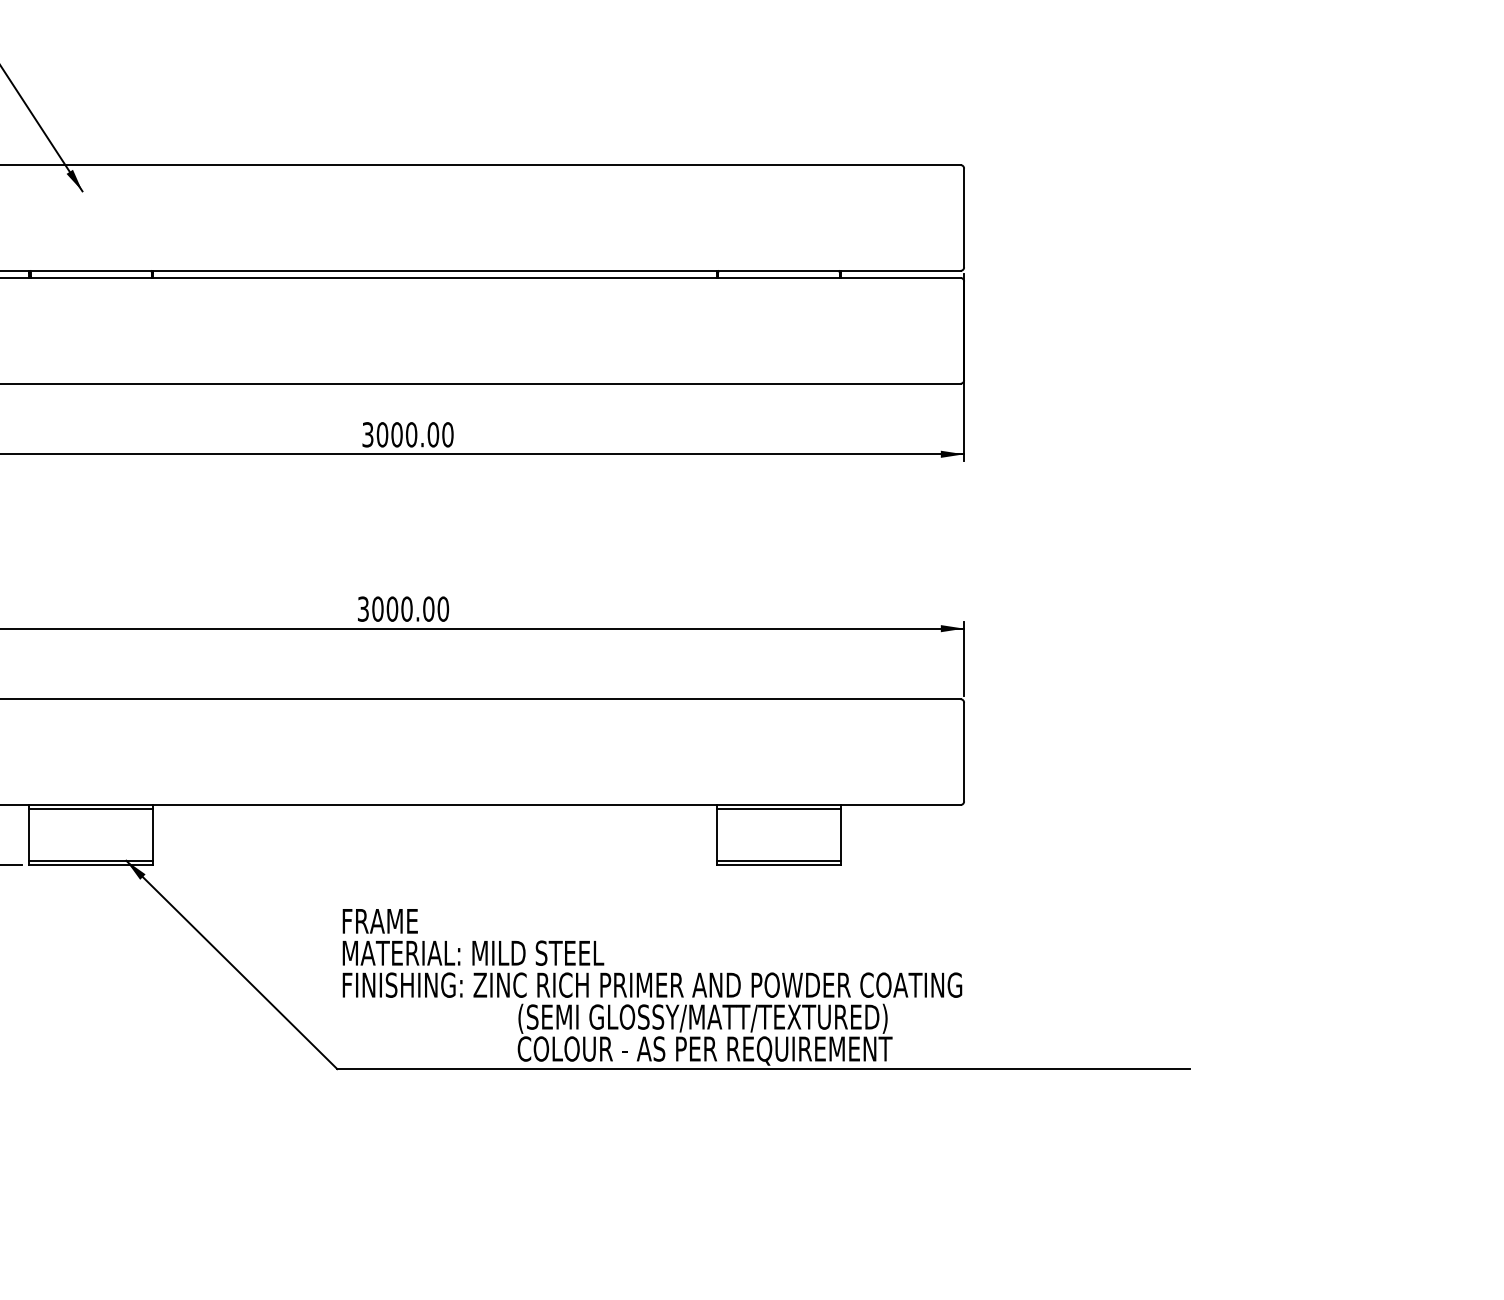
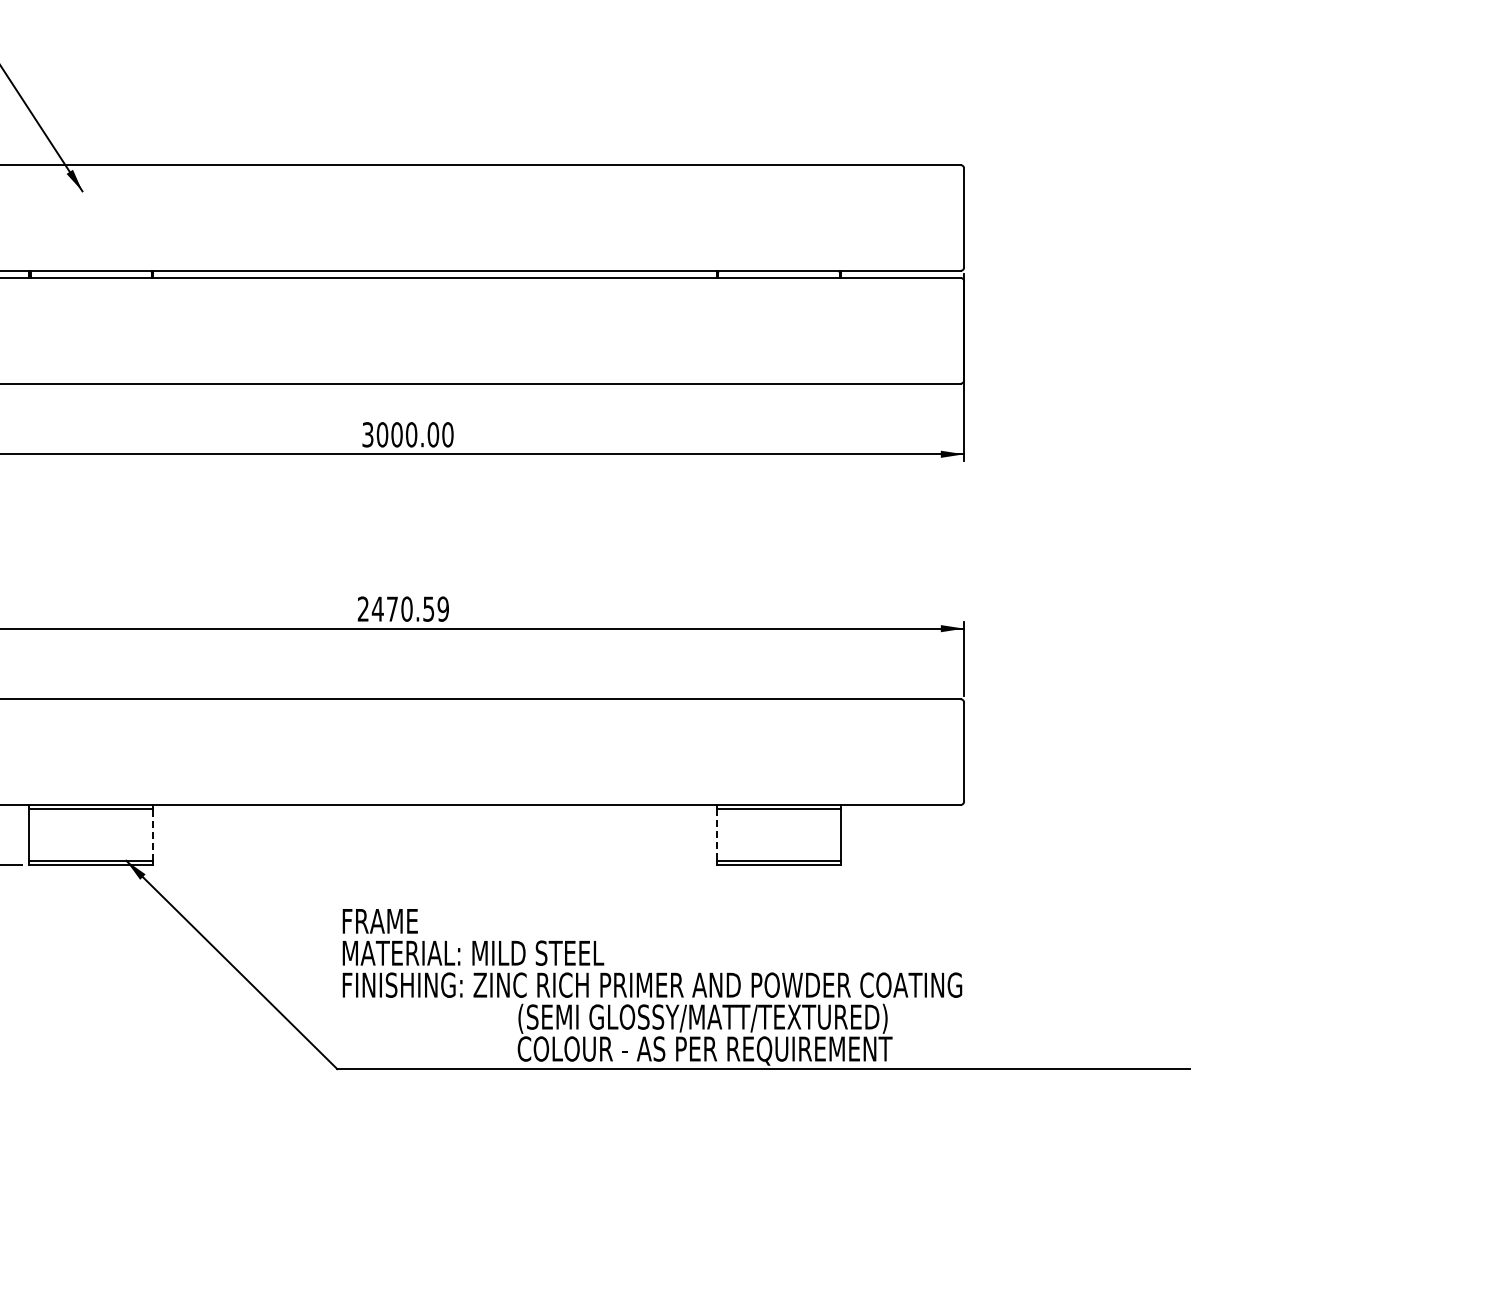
text at (403, 608): 3000.00 -> 2470.59
line at (152, 835): solid -> dashed
line at (717, 835): solid -> dashed
